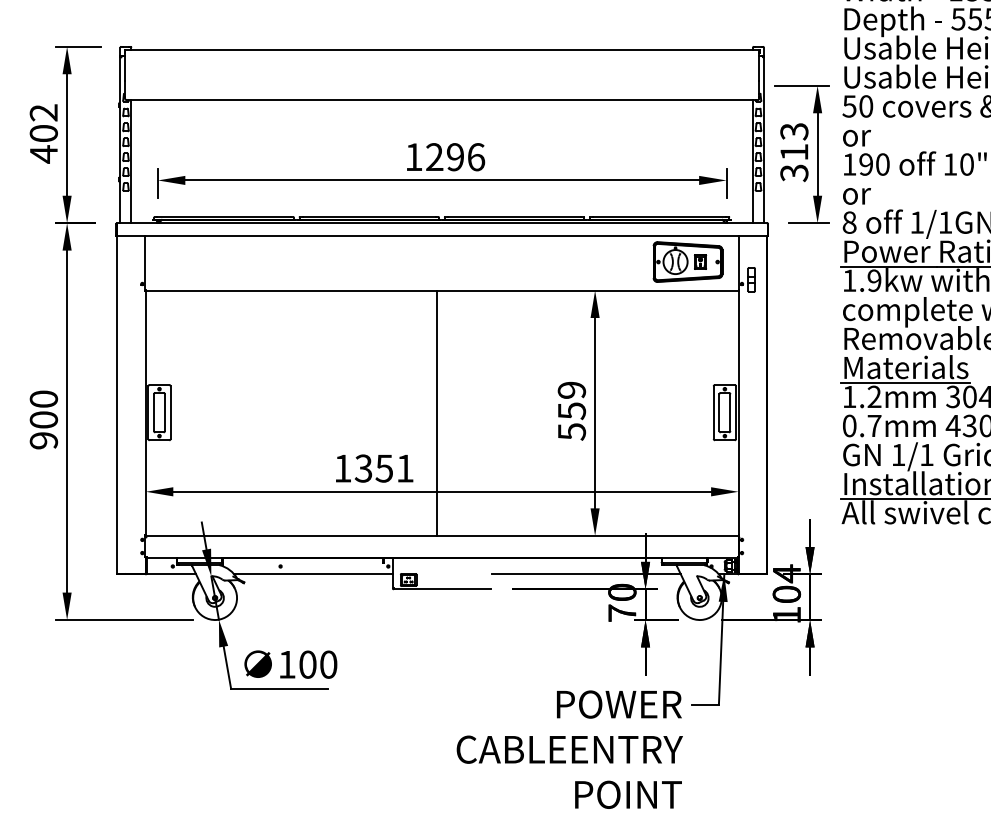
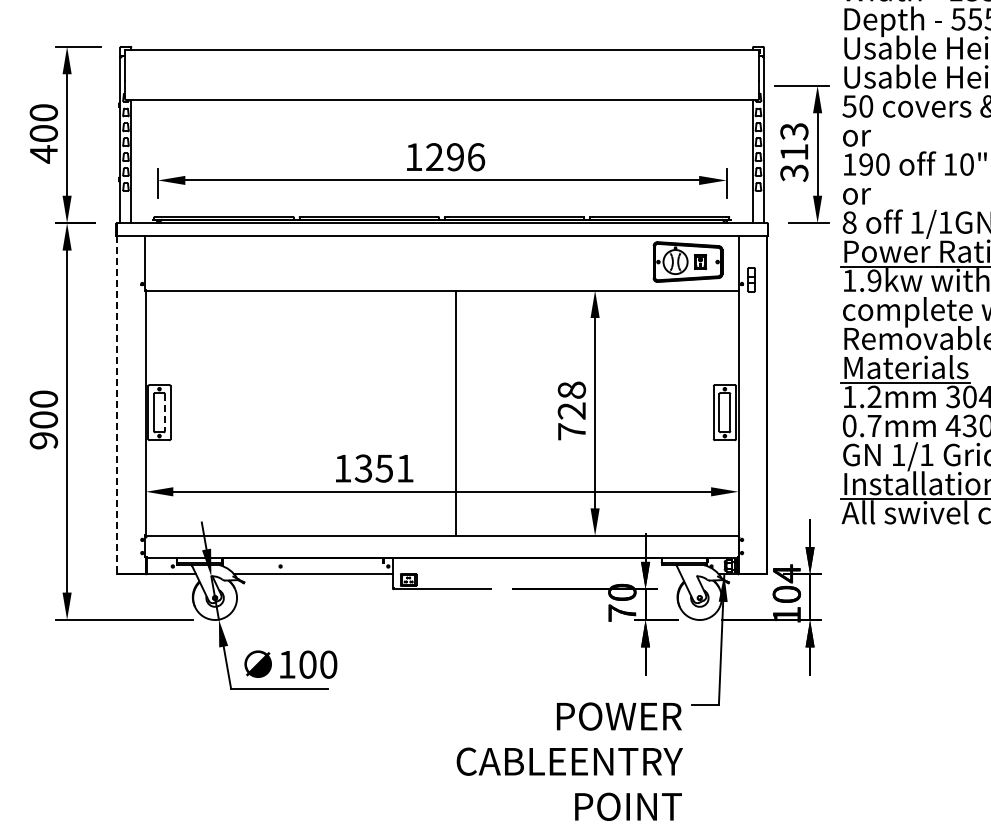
text at (43, 112): 402 -> 400
line at (117, 404): solid -> dashed
text at (571, 410): 559 -> 728
line at (437, 412) position: (437, 412) -> (456, 412)
line at (164, 413): solid -> dashed
line at (585, 574): present -> none
text at (569, 749) position: (569, 749) -> (569, 761)
